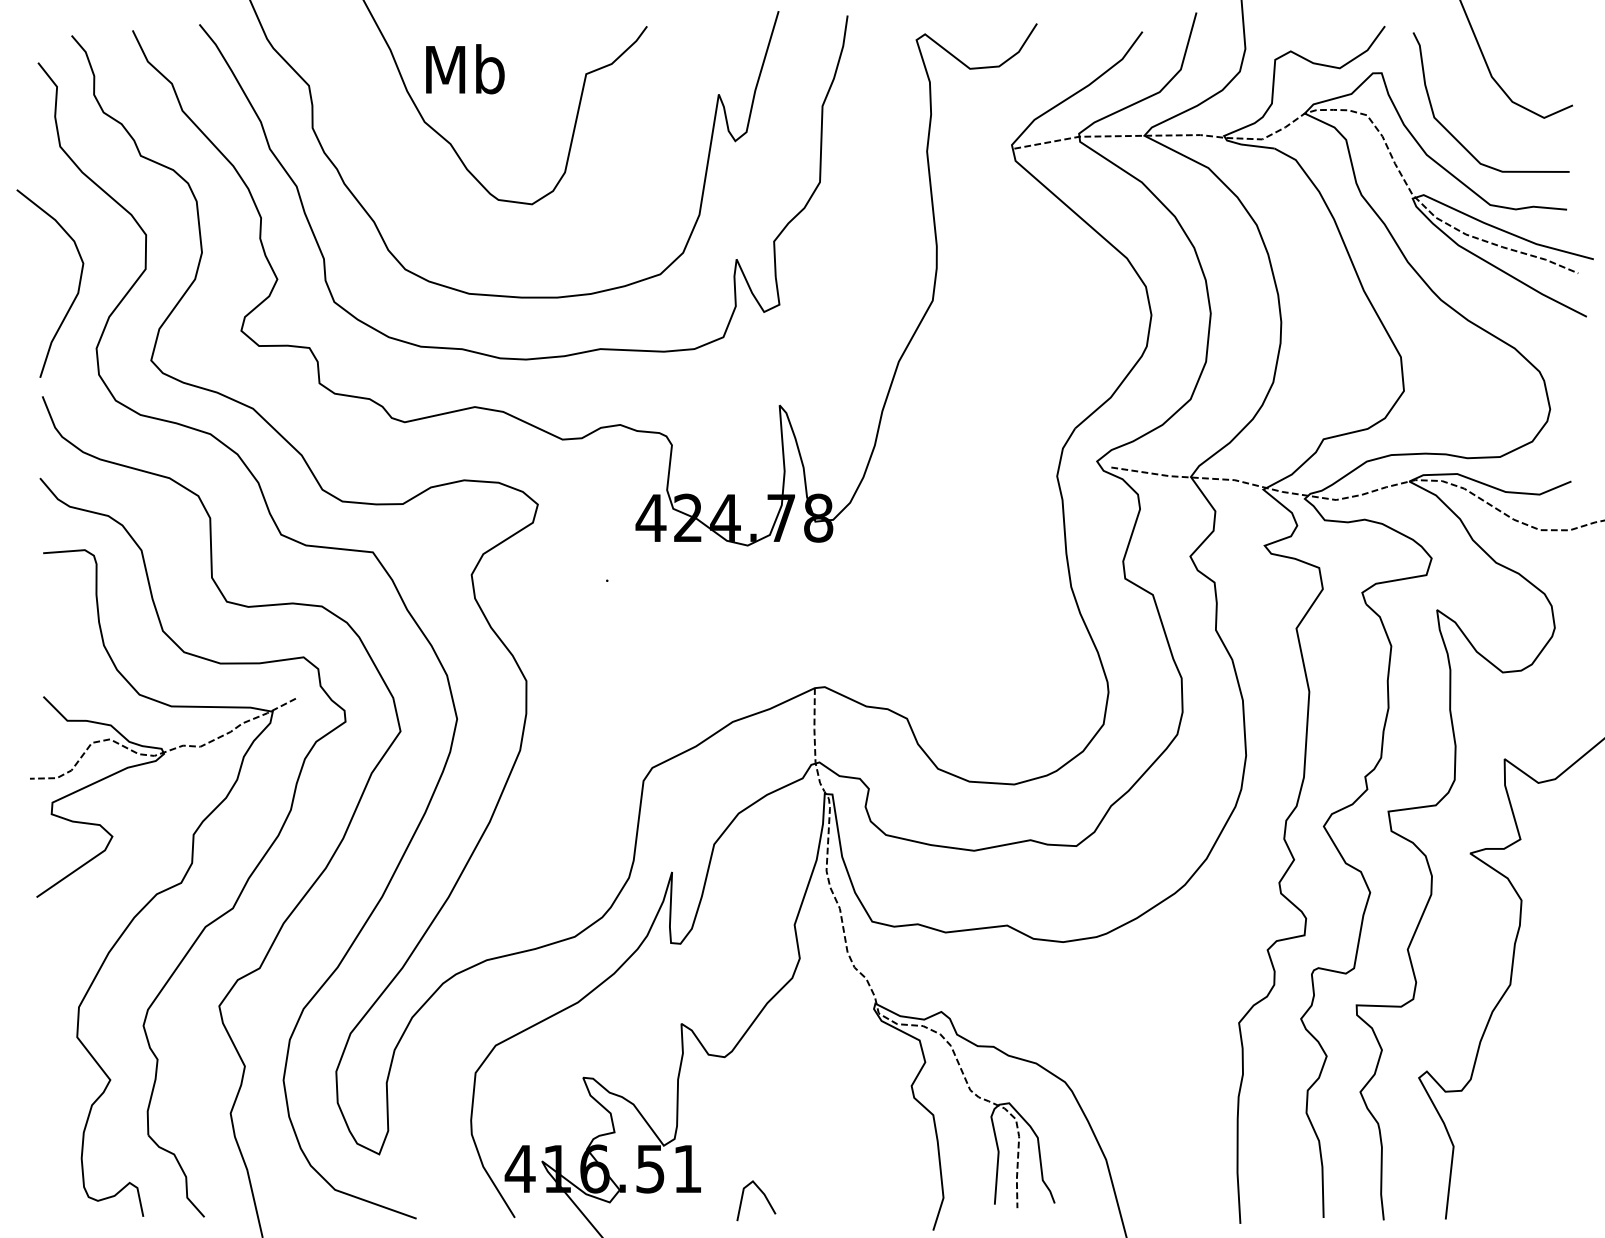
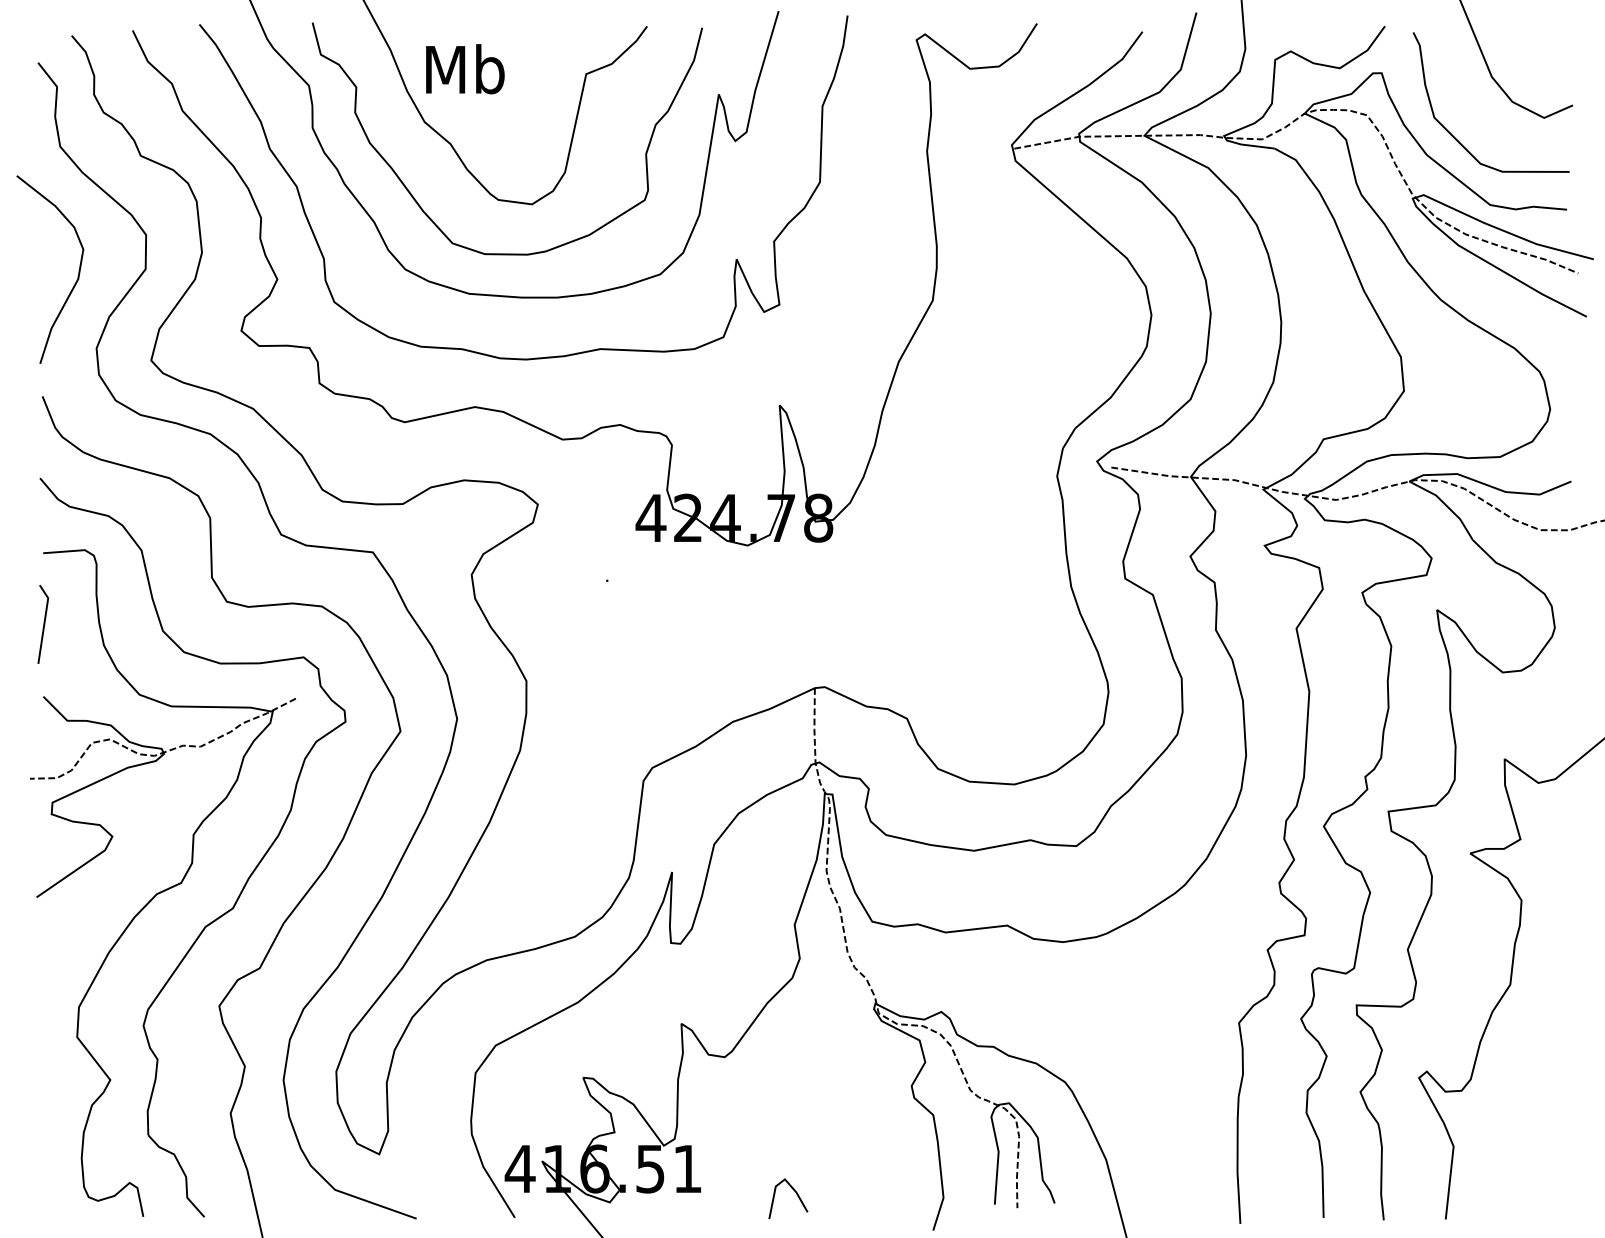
curve at (415, 198): none -> present
curve at (75, 295) position: (75, 295) -> (75, 281)
line at (43, 624): none -> present
line at (763, 1195) position: (763, 1195) -> (795, 1193)
